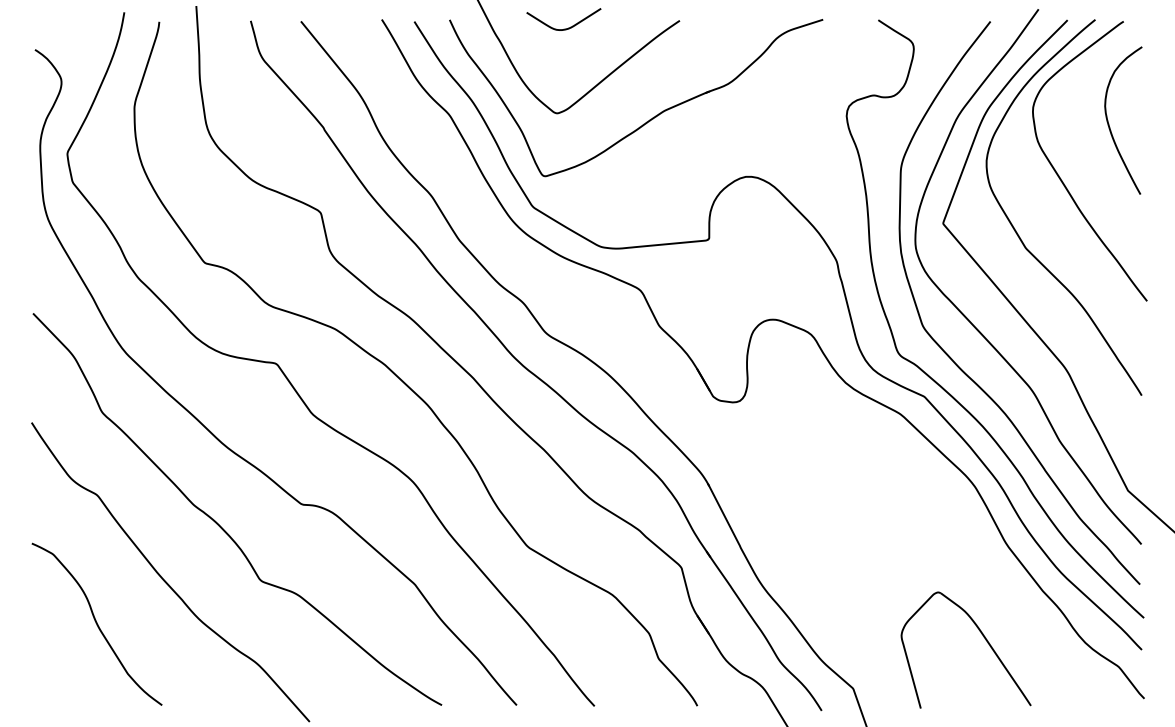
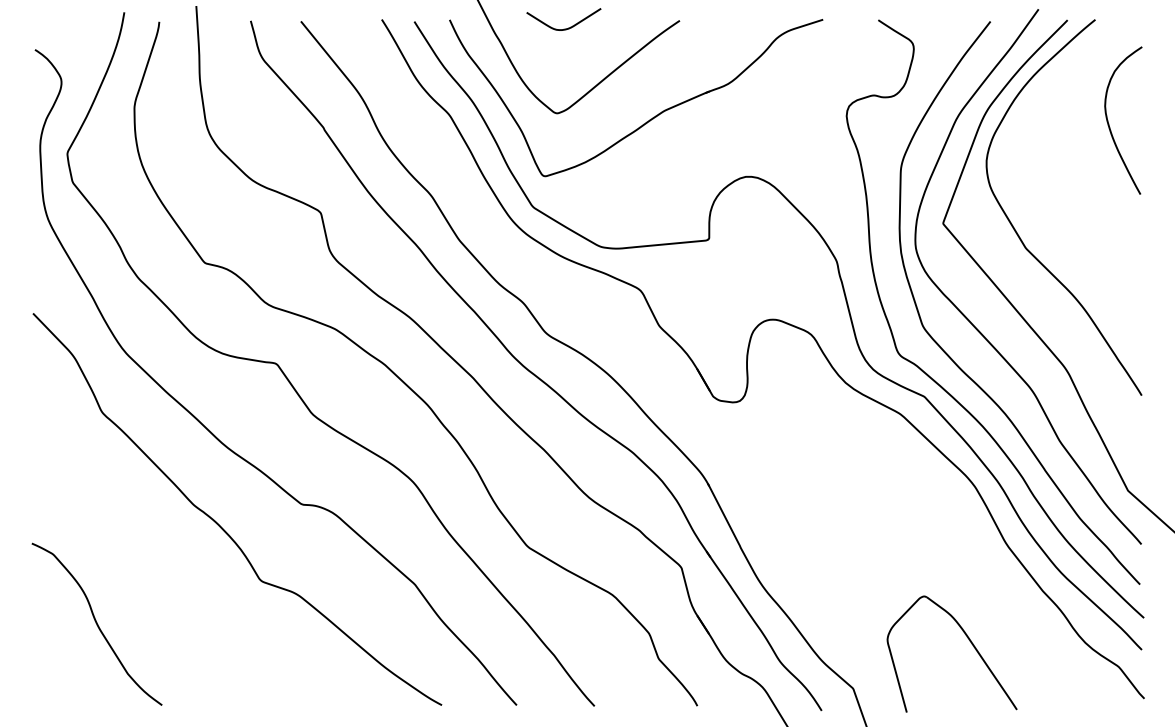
curve at (1061, 178): present -> none
curve at (163, 578): present -> none
part at (983, 637) position: (983, 637) -> (969, 641)
